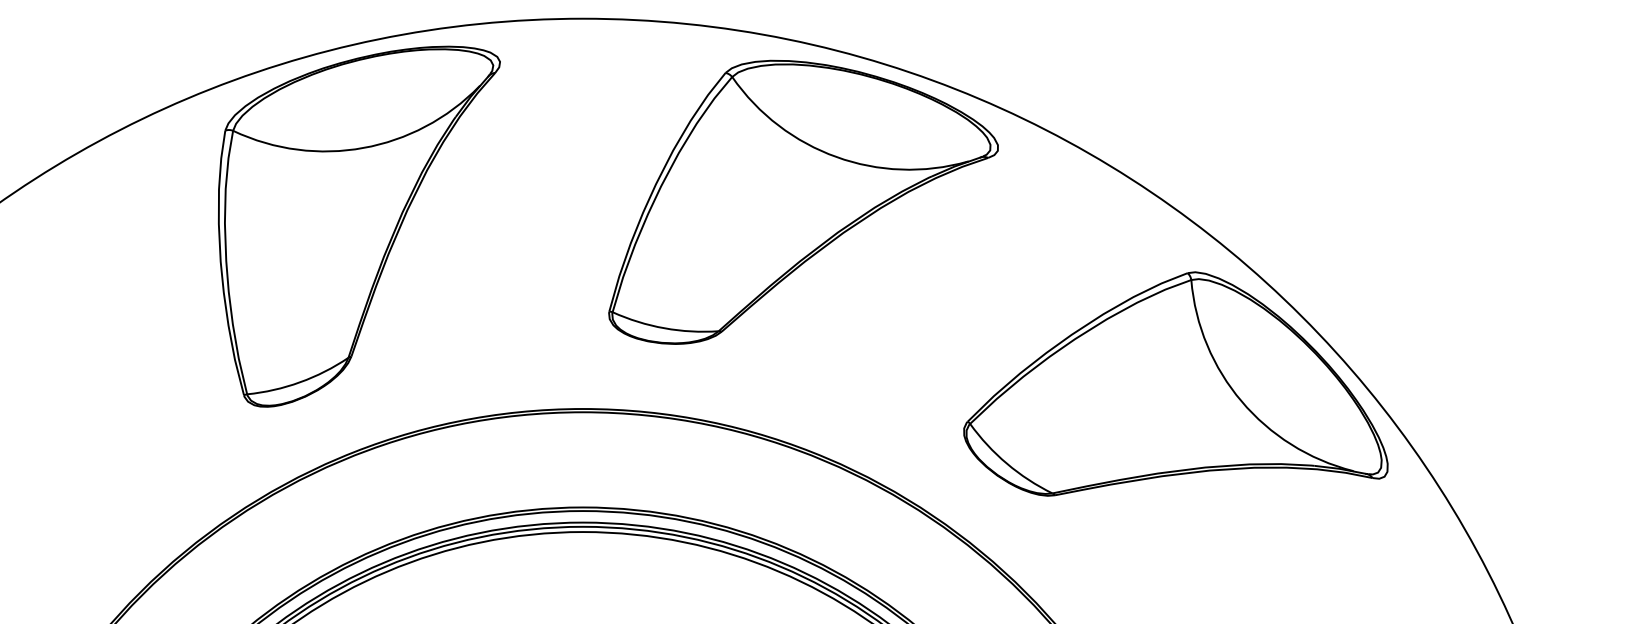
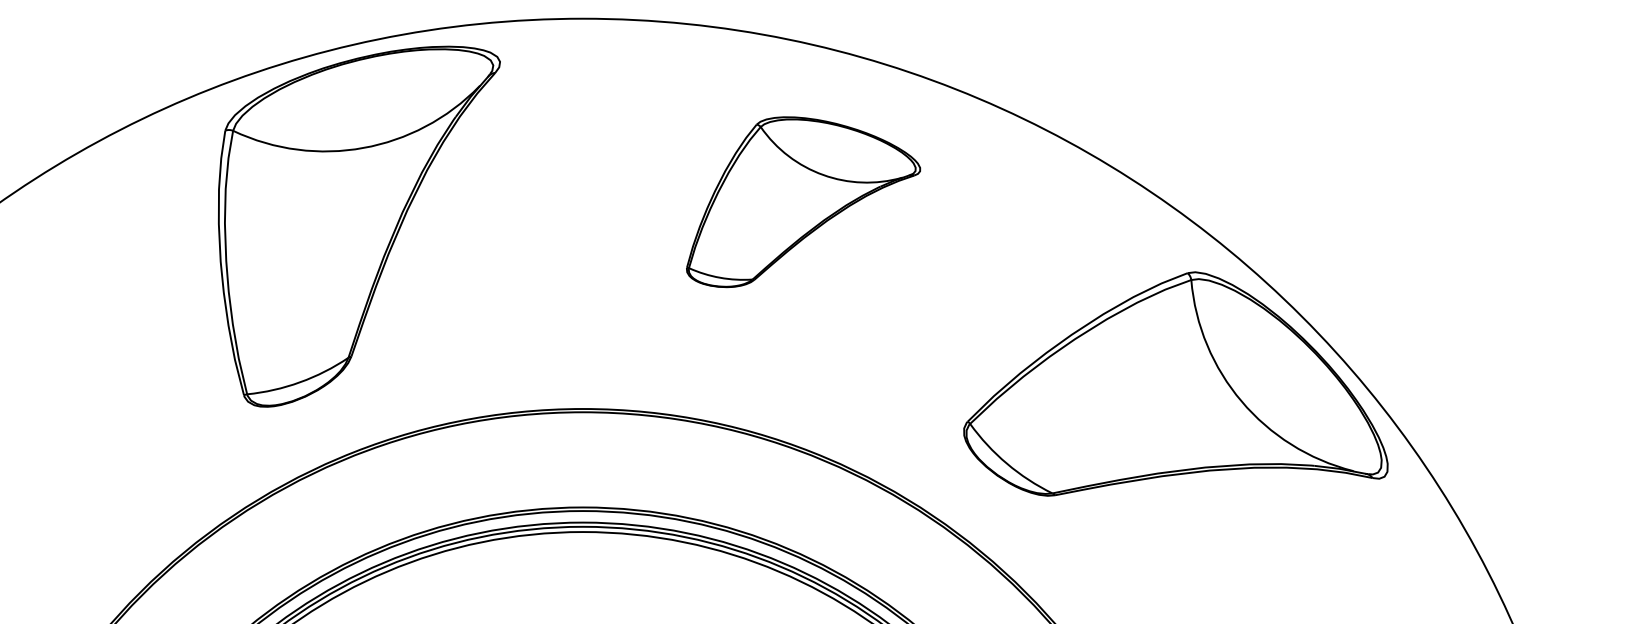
part at (803, 201) size: 391x286 px -> 236x173 px
